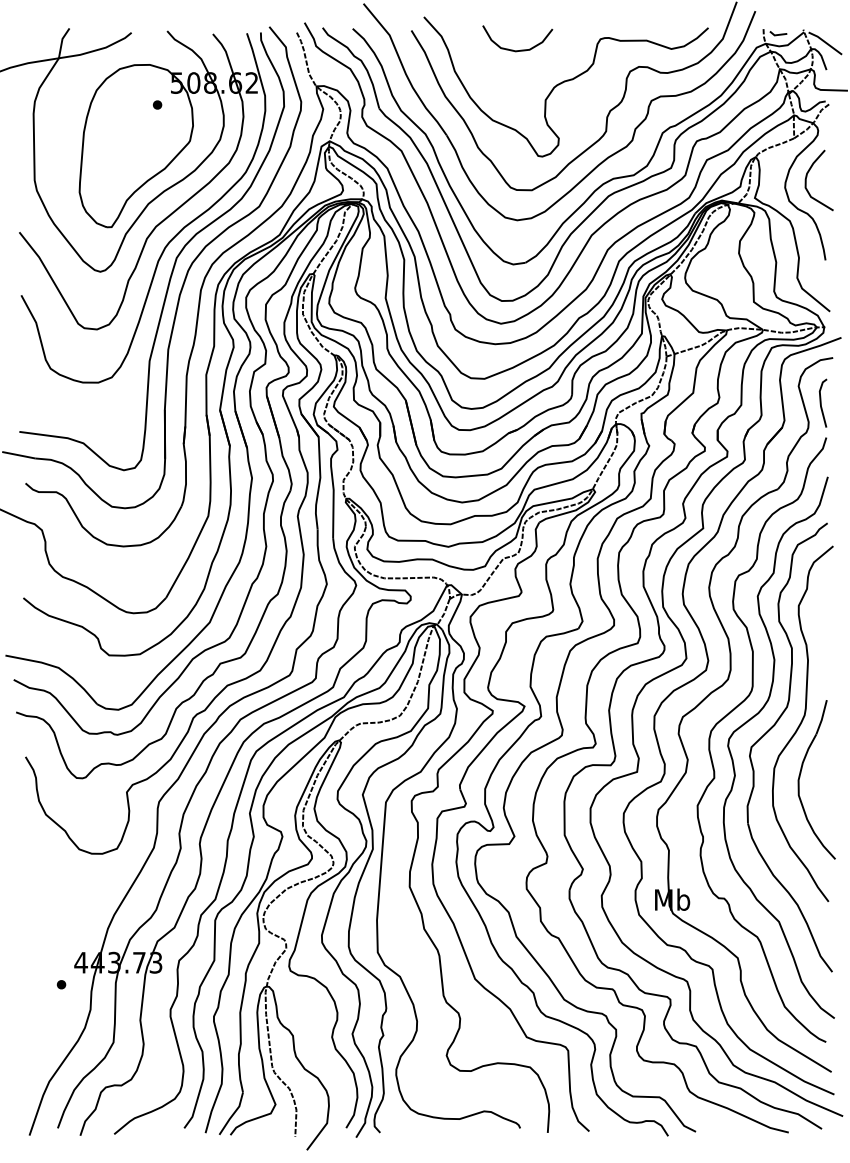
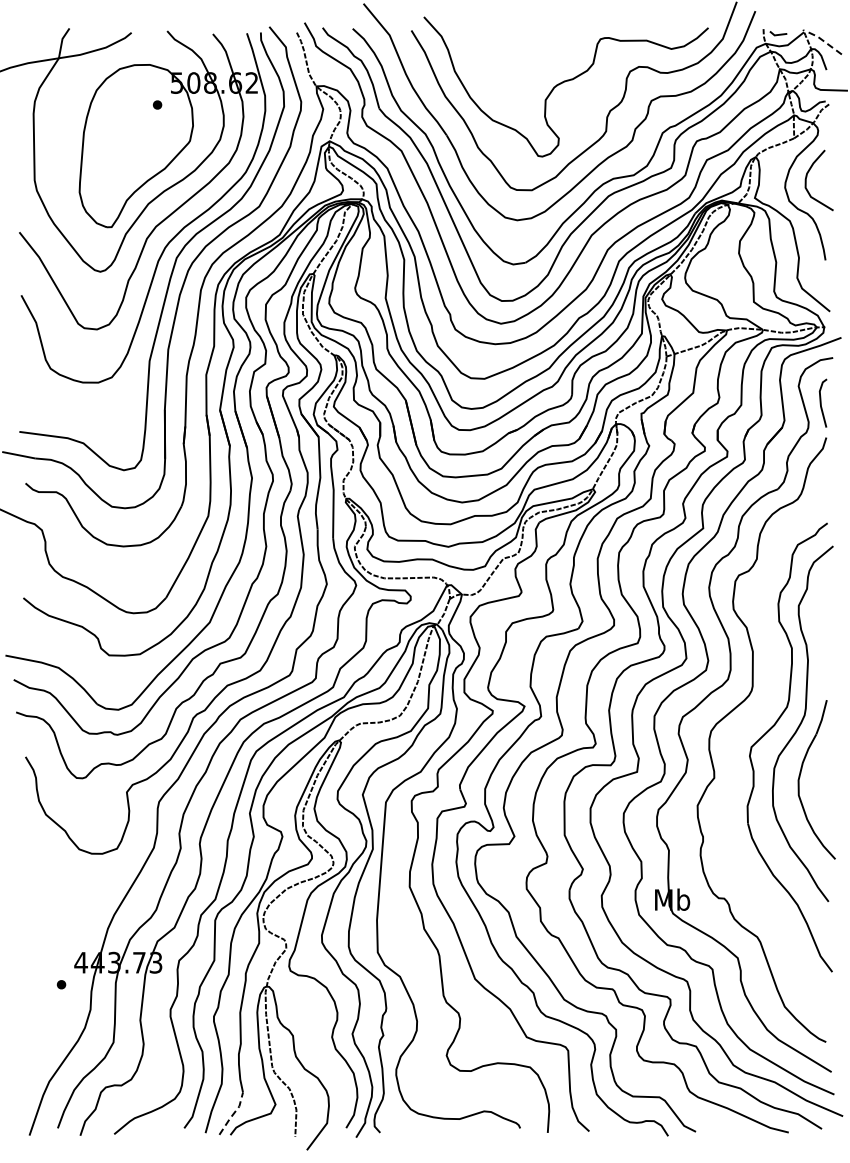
line at (825, 42): solid -> dashed
curve at (520, 49): present -> none
curve at (757, 715): present -> none
line at (233, 1114): solid -> dashed
